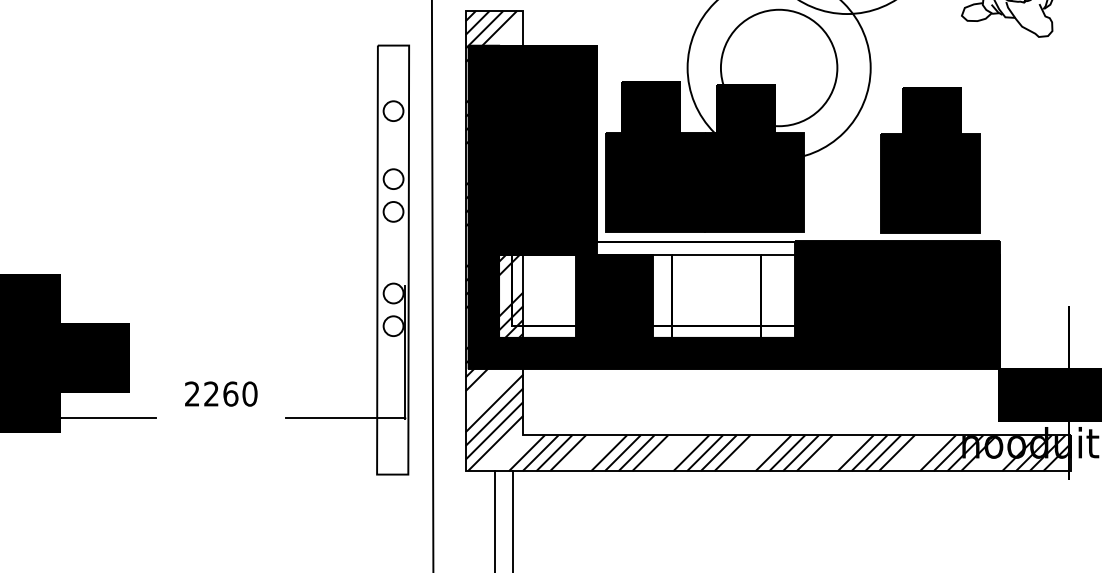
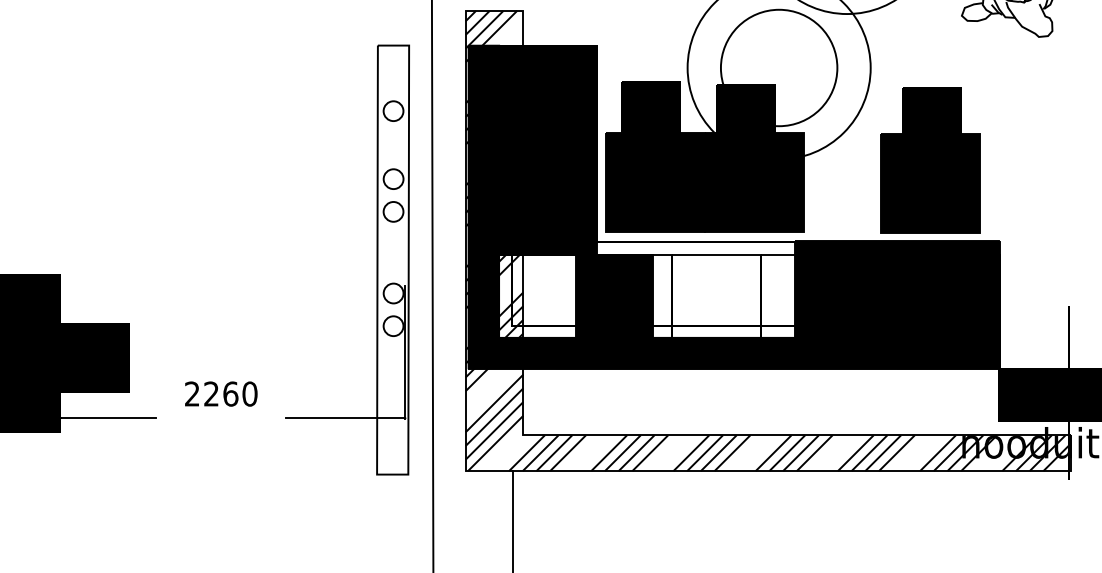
line at (495, 520): present -> none
